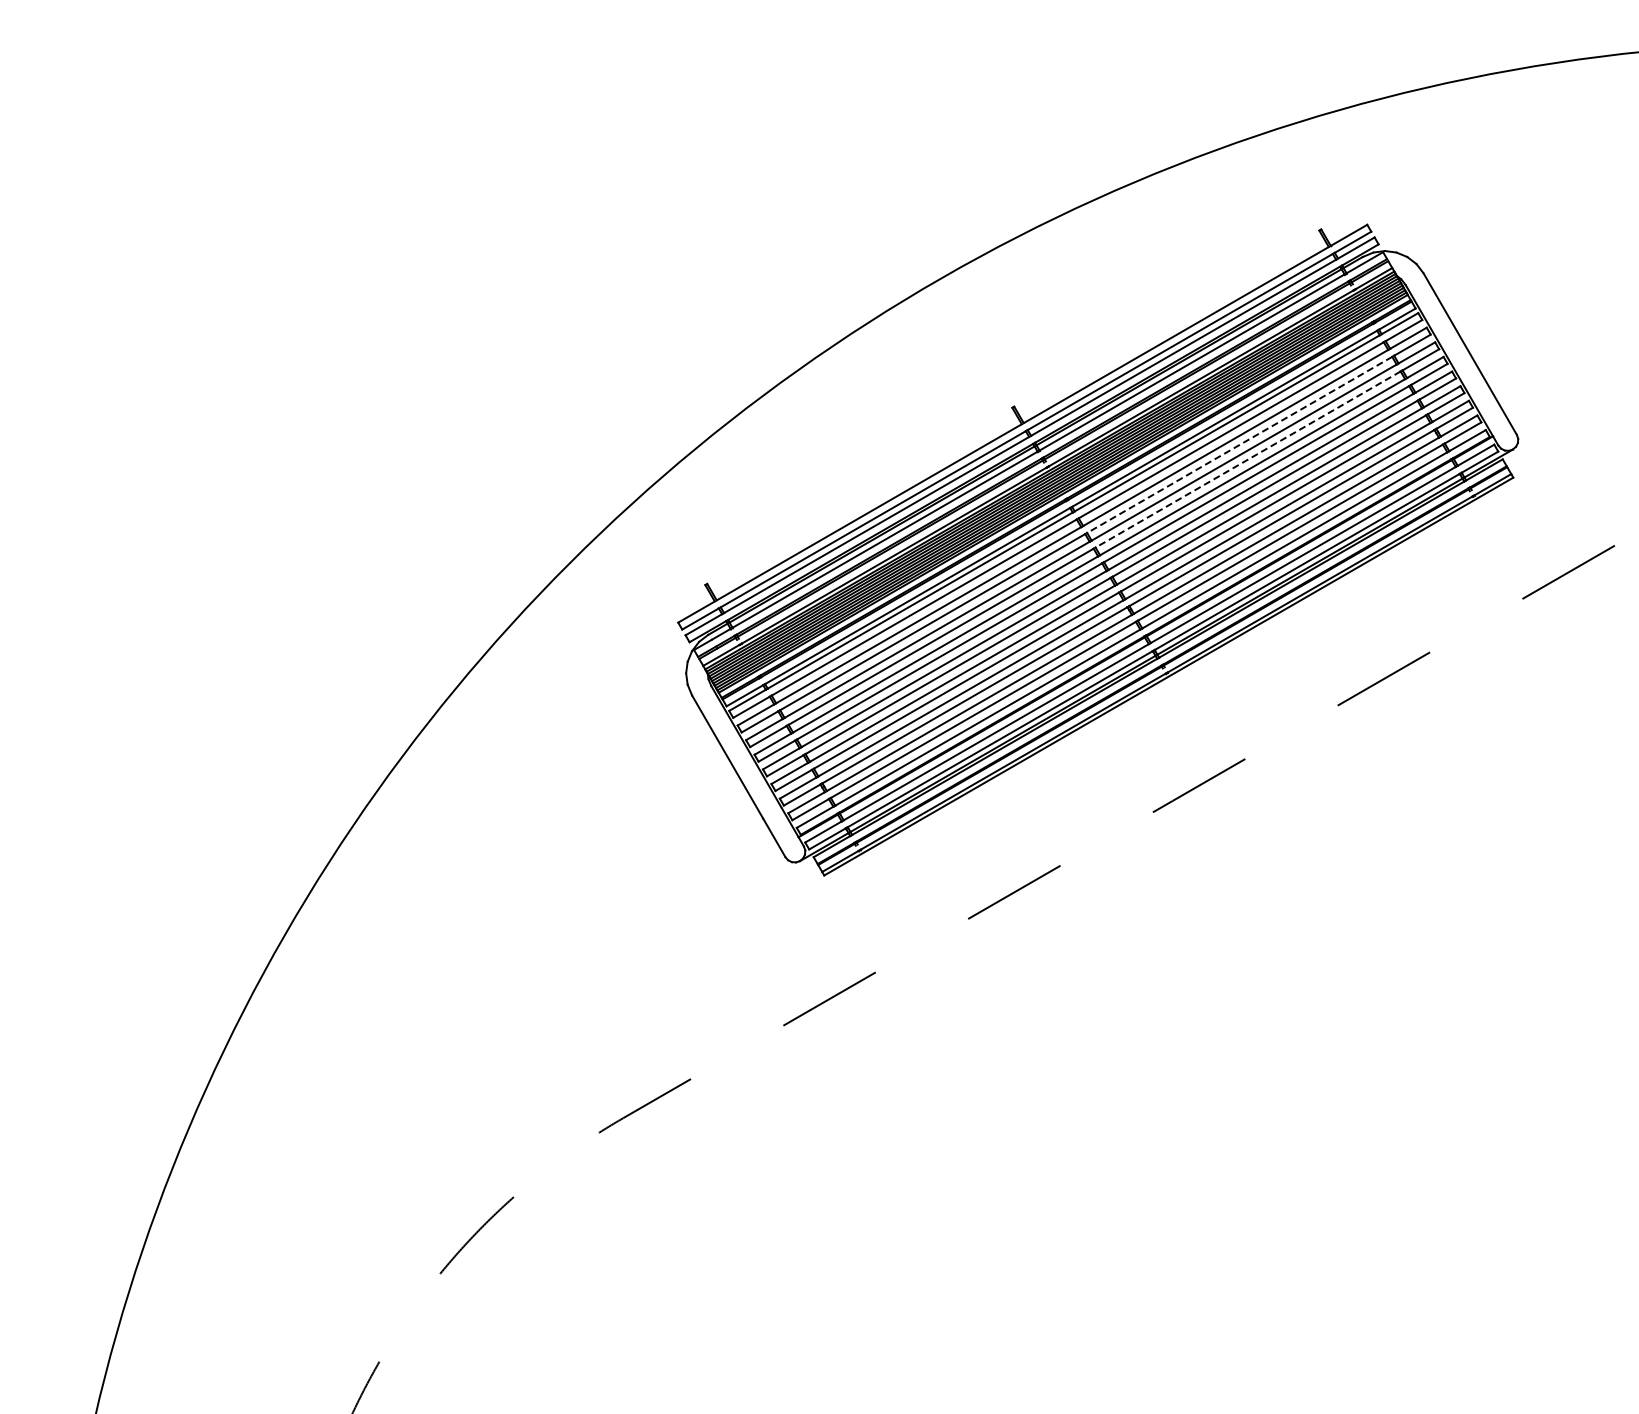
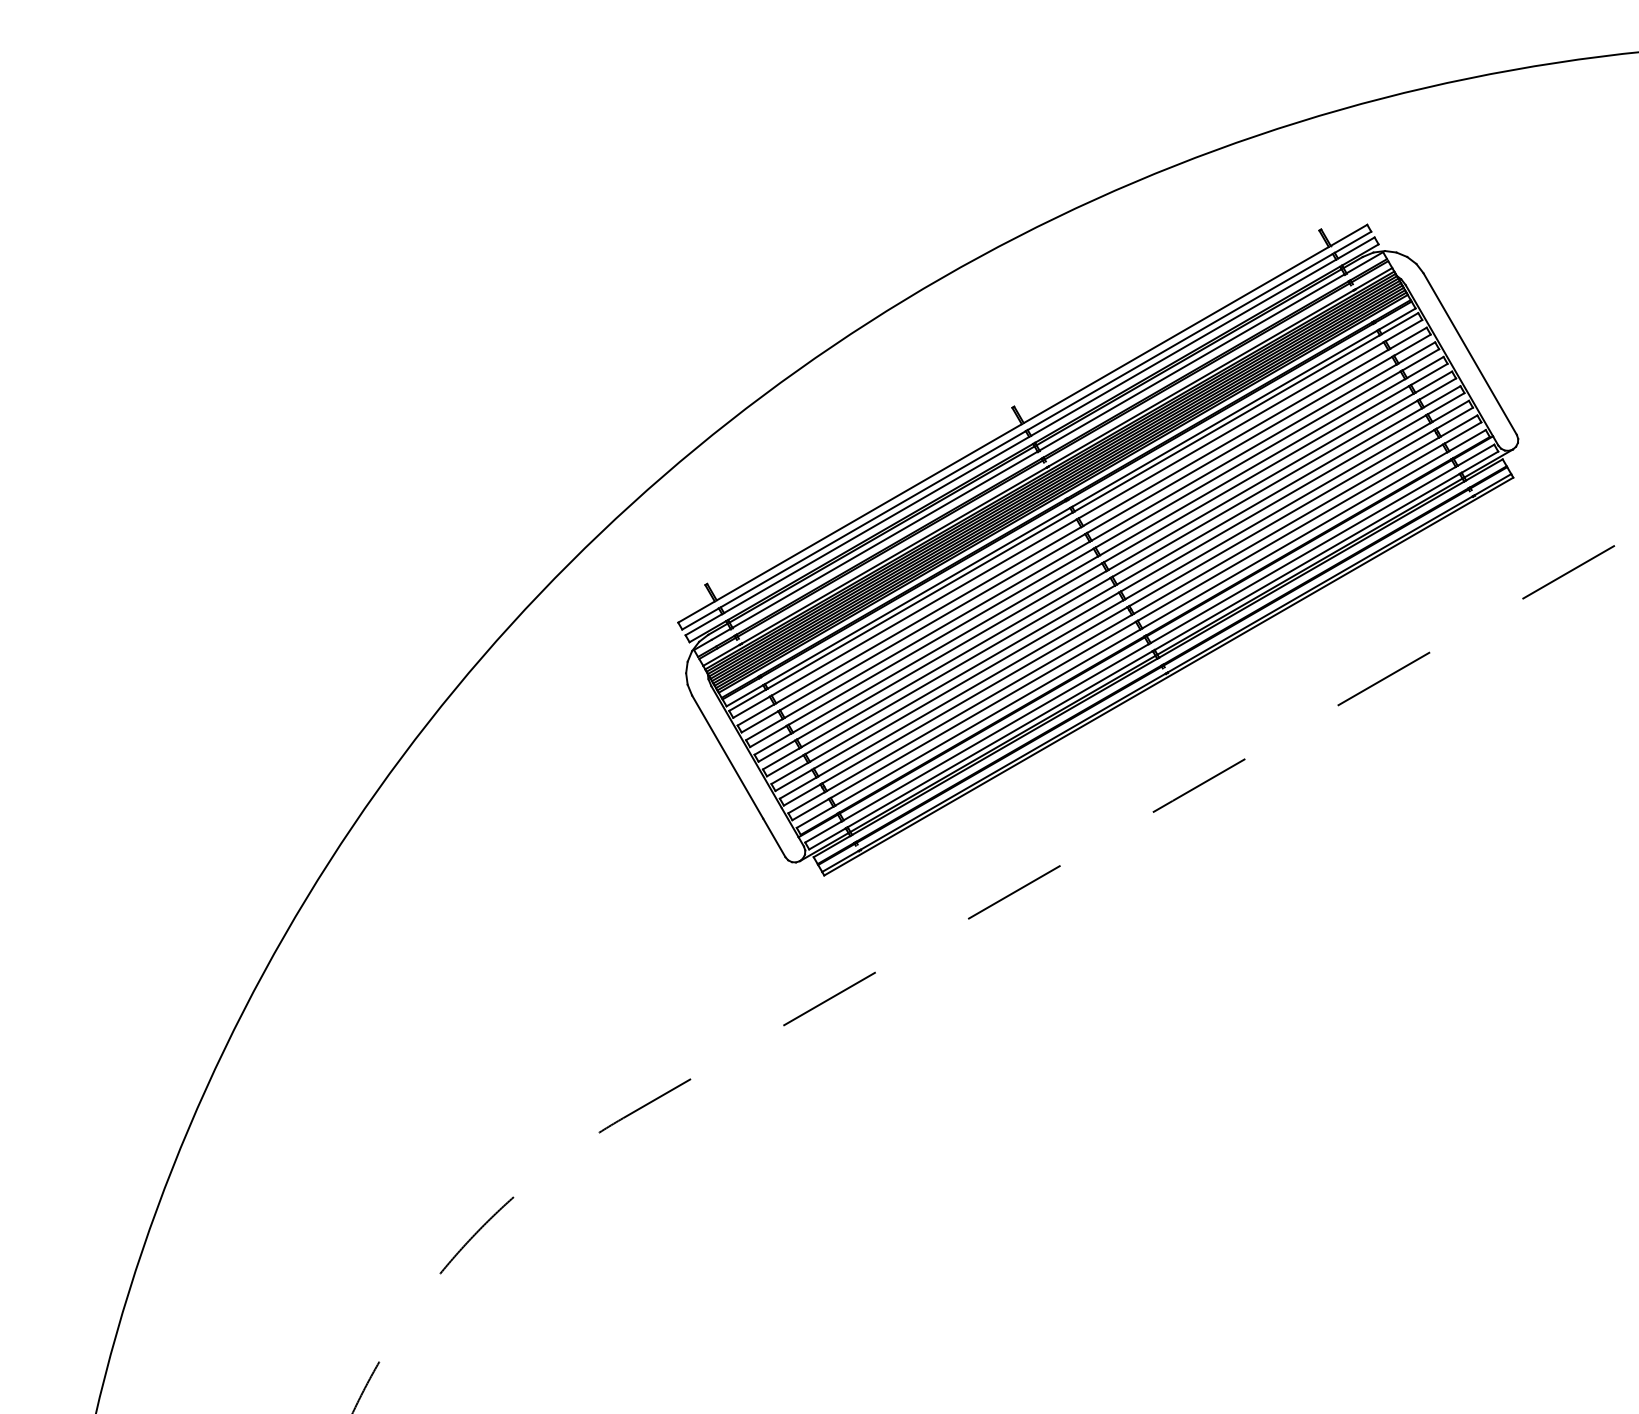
line at (1239, 445): dashed -> solid
line at (1247, 459): dashed -> solid
